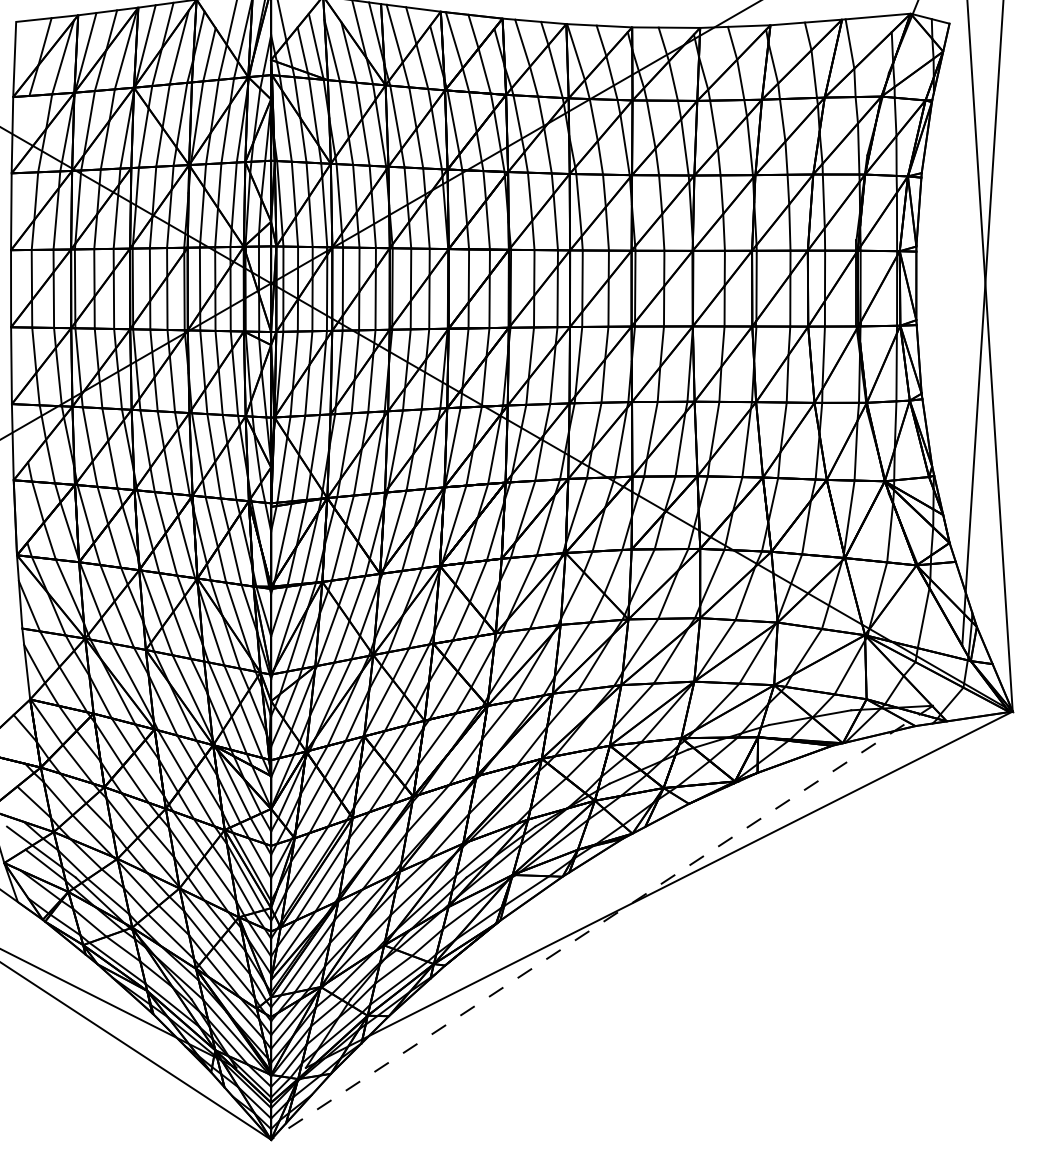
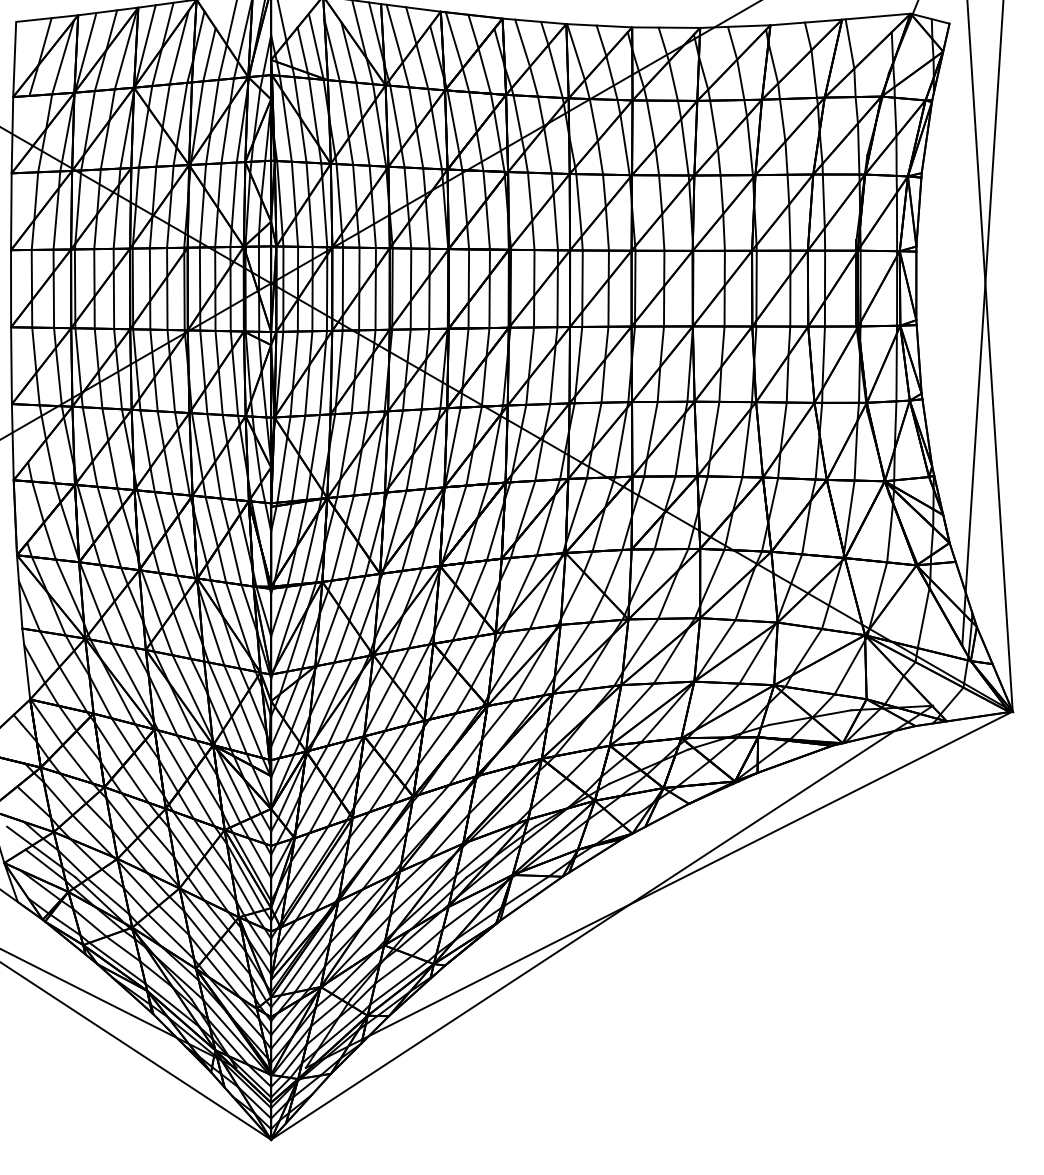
line at (602, 922): dashed -> solid
